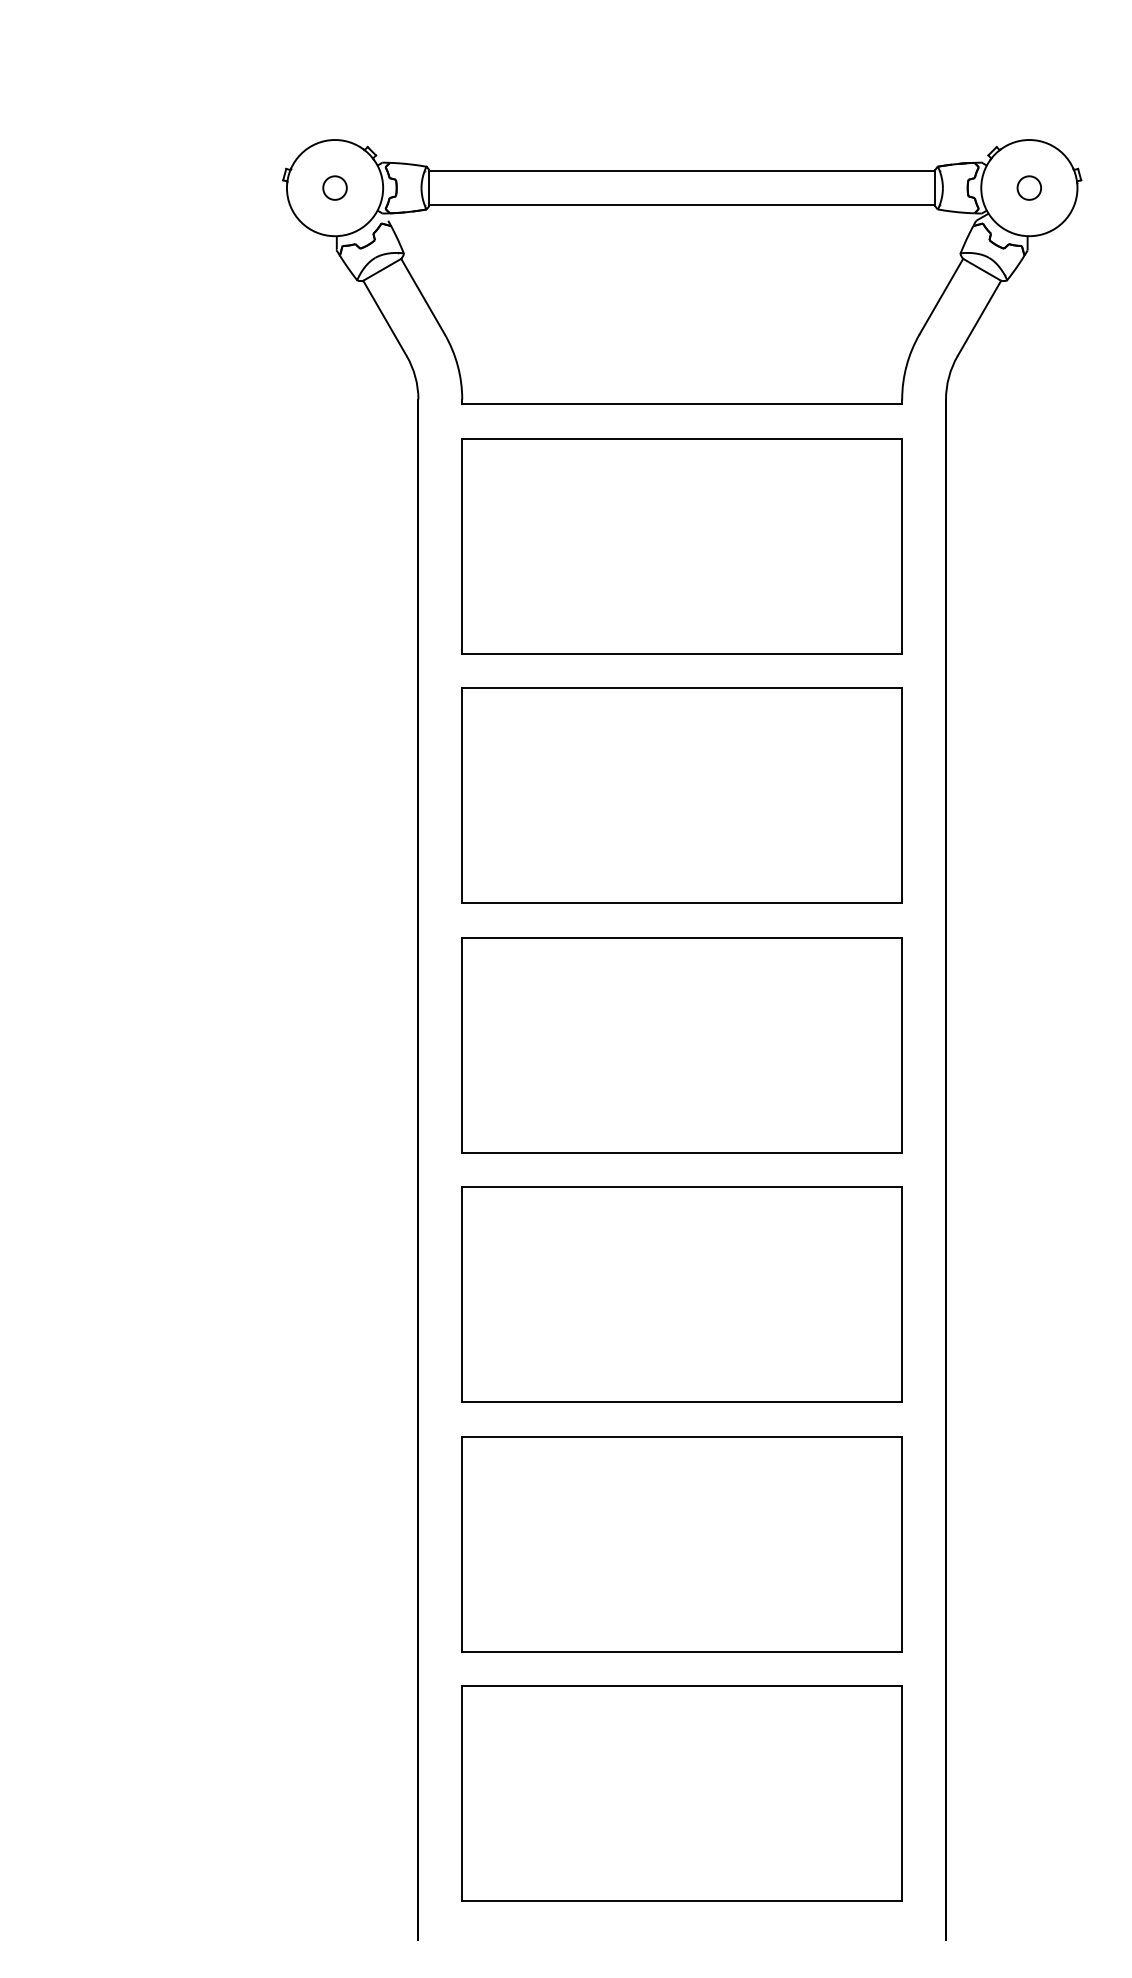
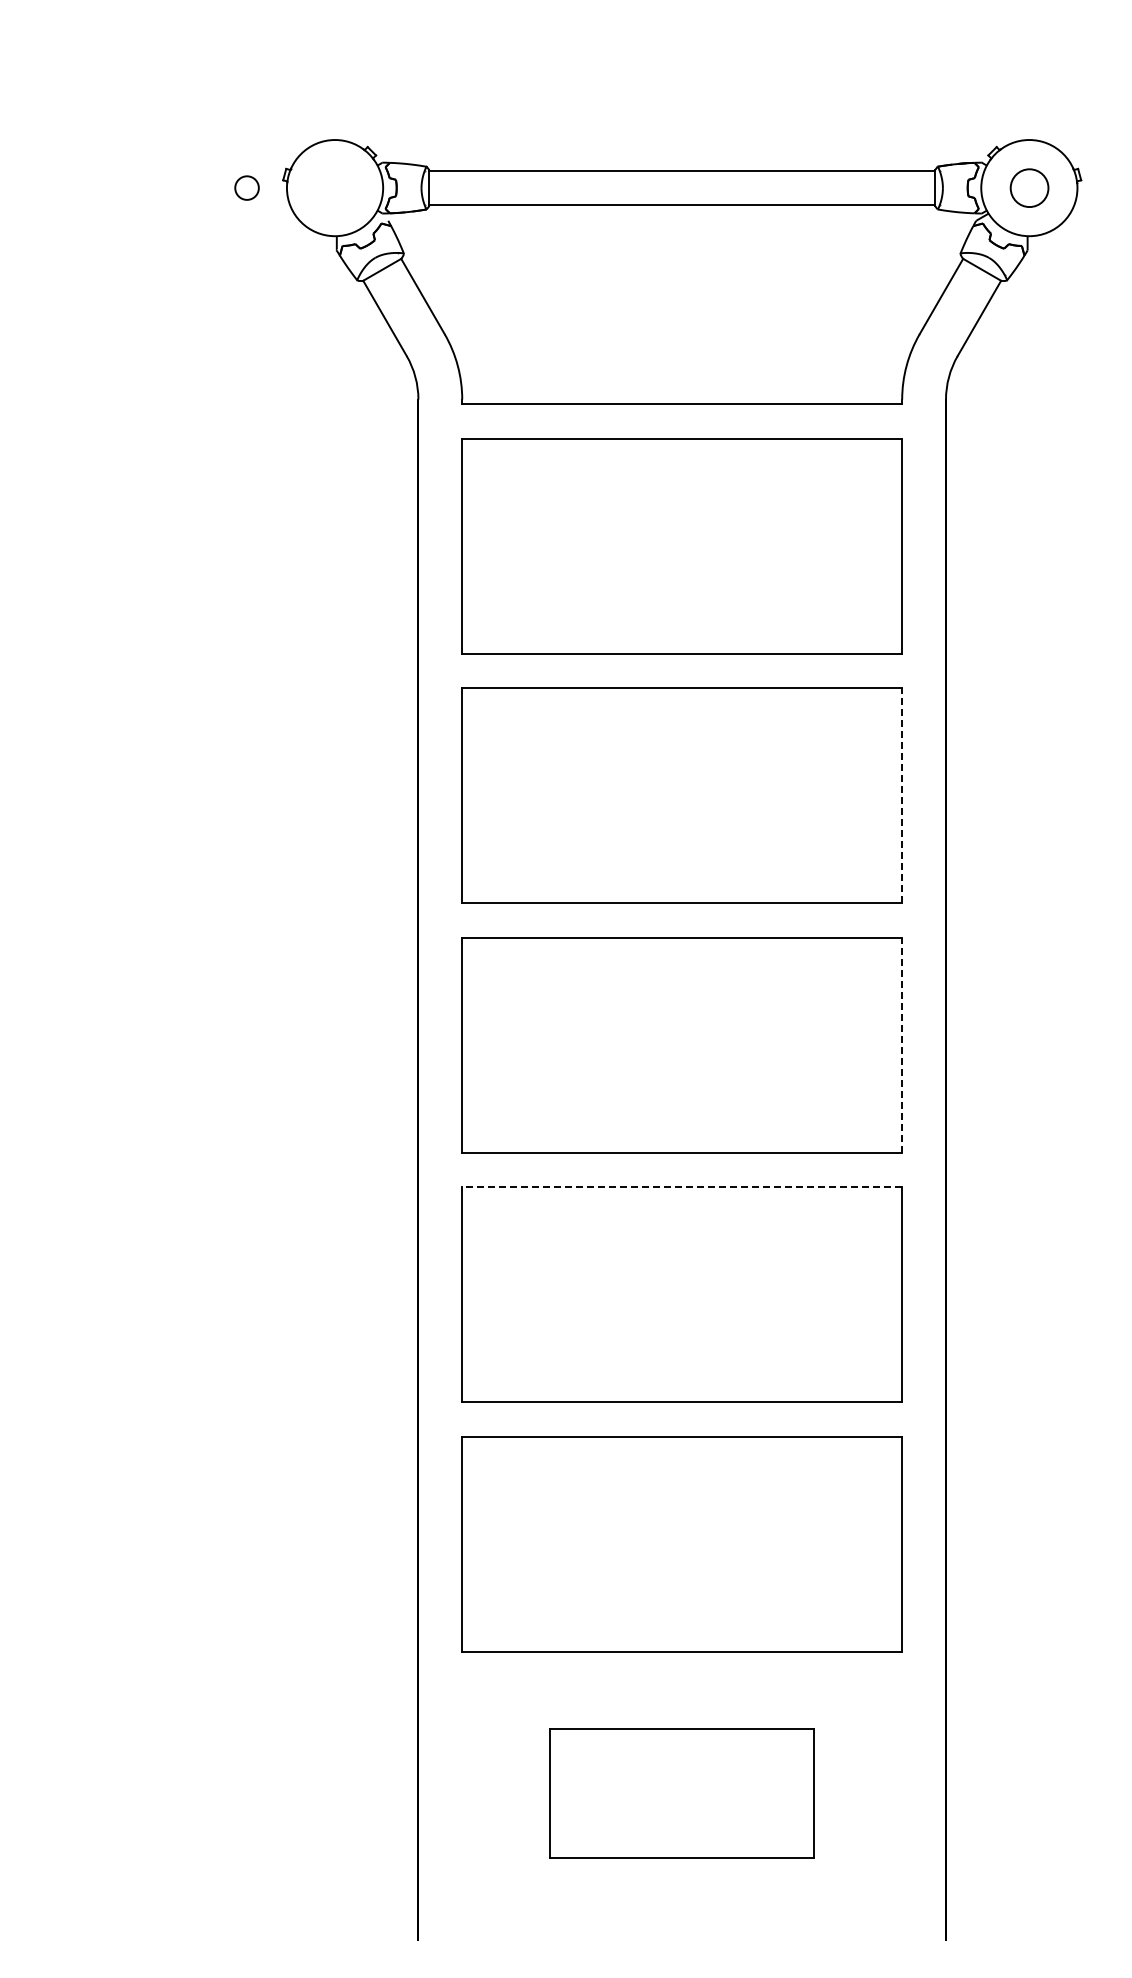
circle at (334, 187) position: (334, 187) -> (246, 187)
circle at (1028, 187) size: 26x26 px -> 41x40 px
line at (902, 795): solid -> dashed
line at (902, 1045): solid -> dashed
line at (682, 1187): solid -> dashed
part at (681, 1793) size: 442x217 px -> 266x131 px
